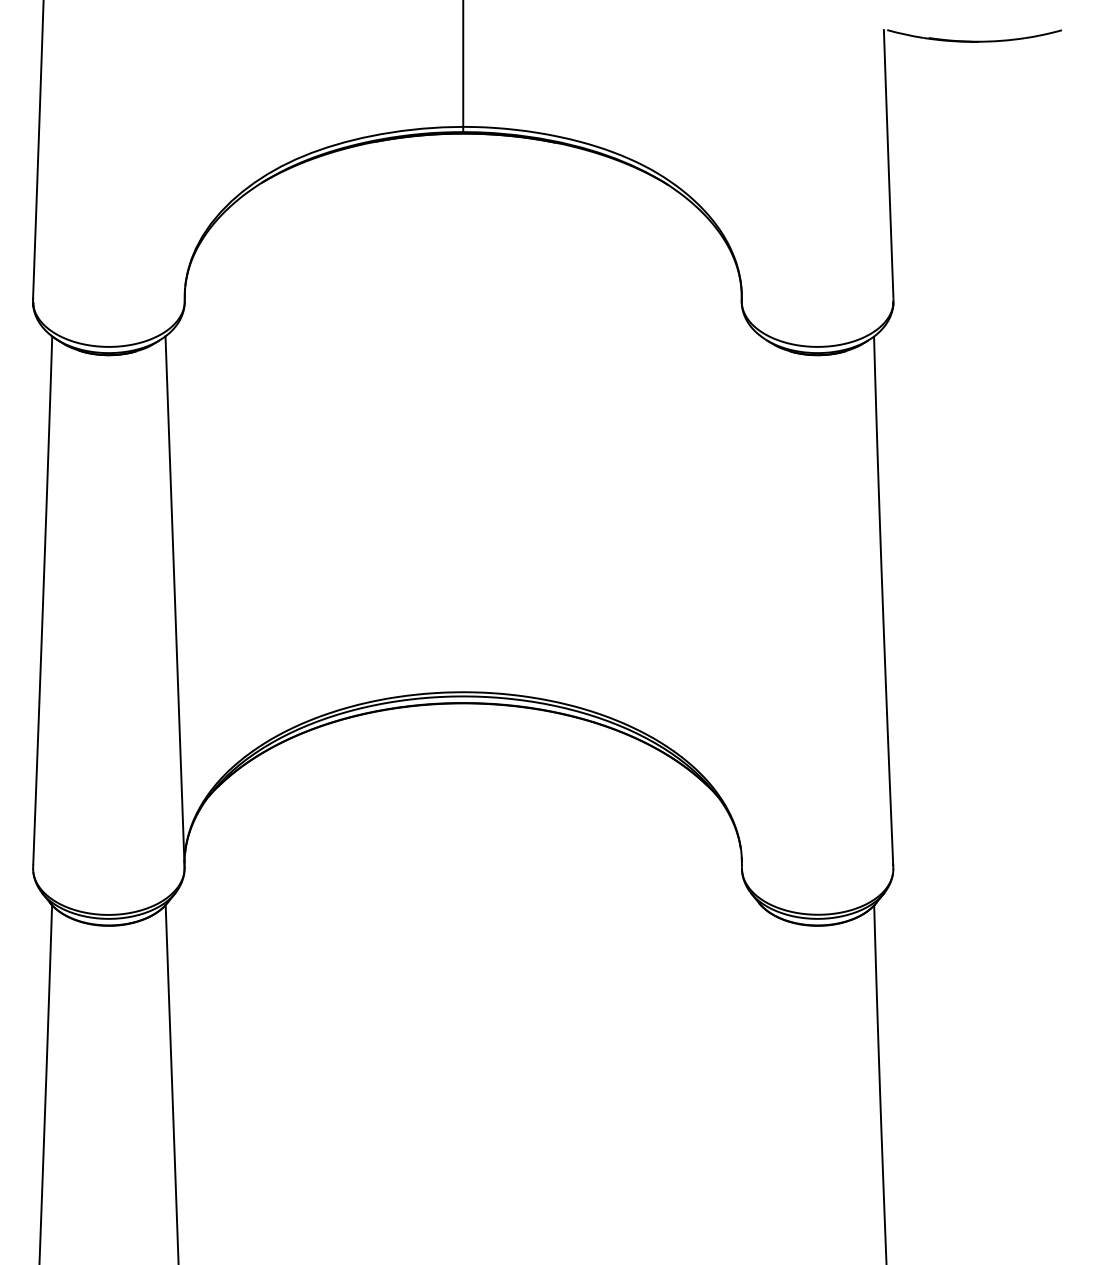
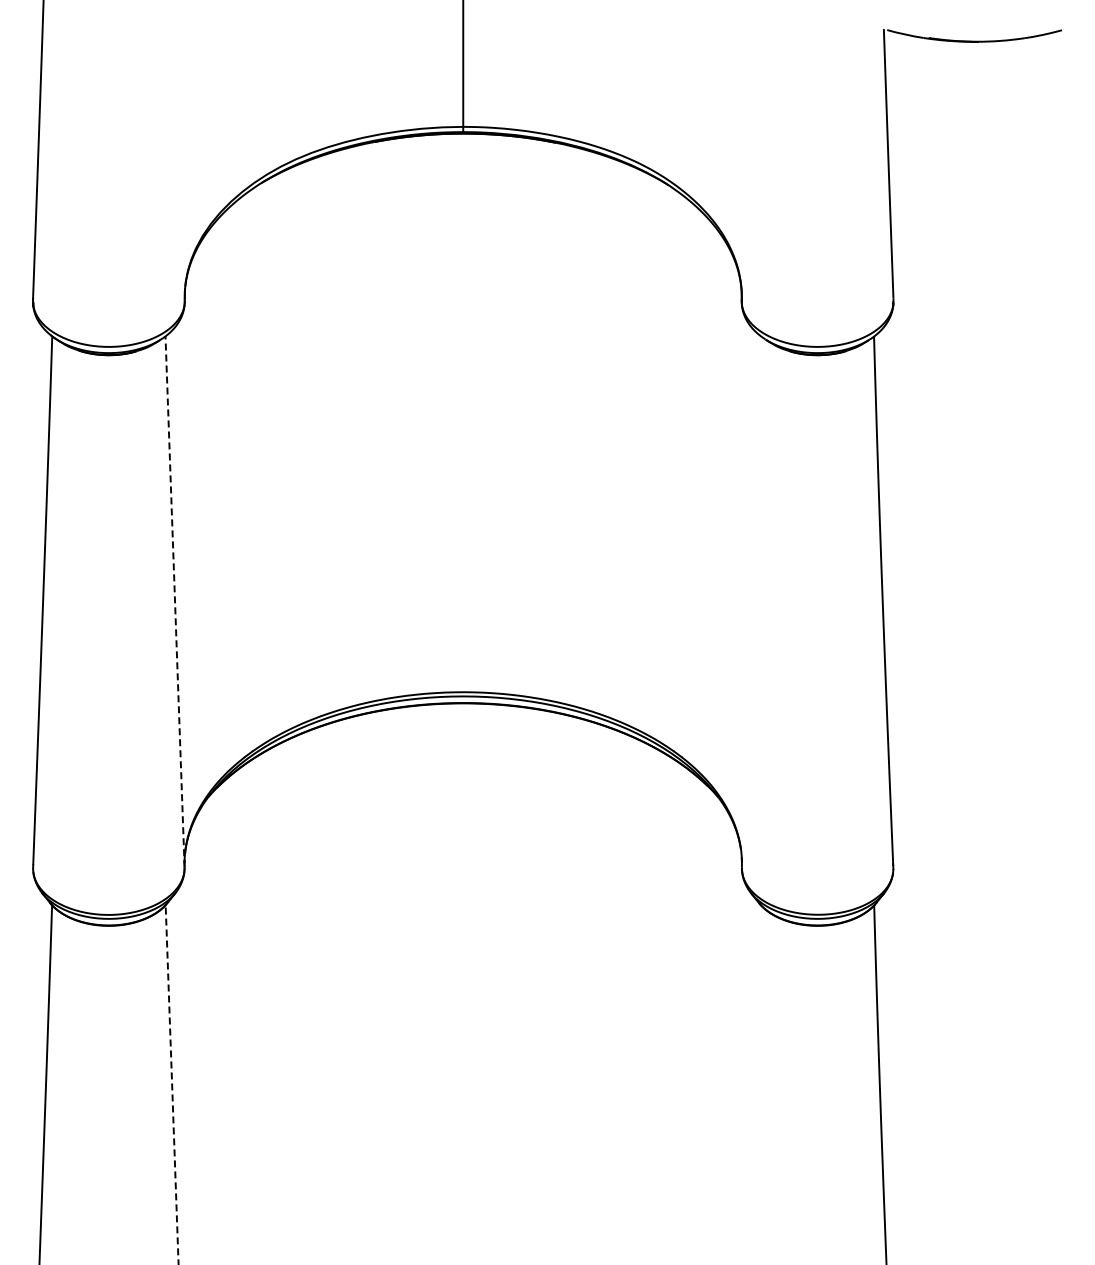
line at (175, 601): solid -> dashed
line at (172, 1084): solid -> dashed
